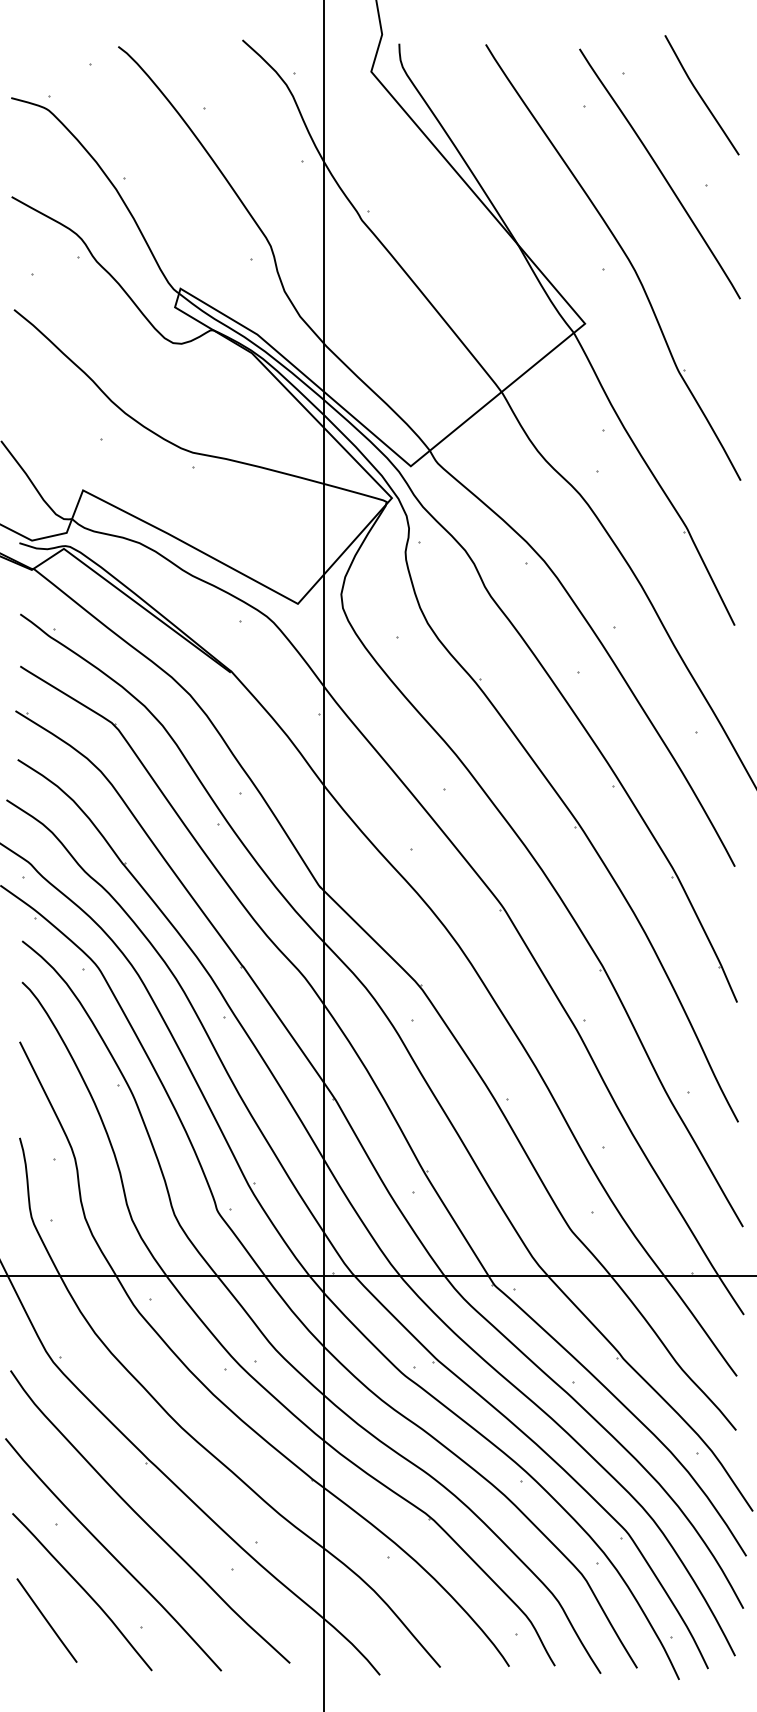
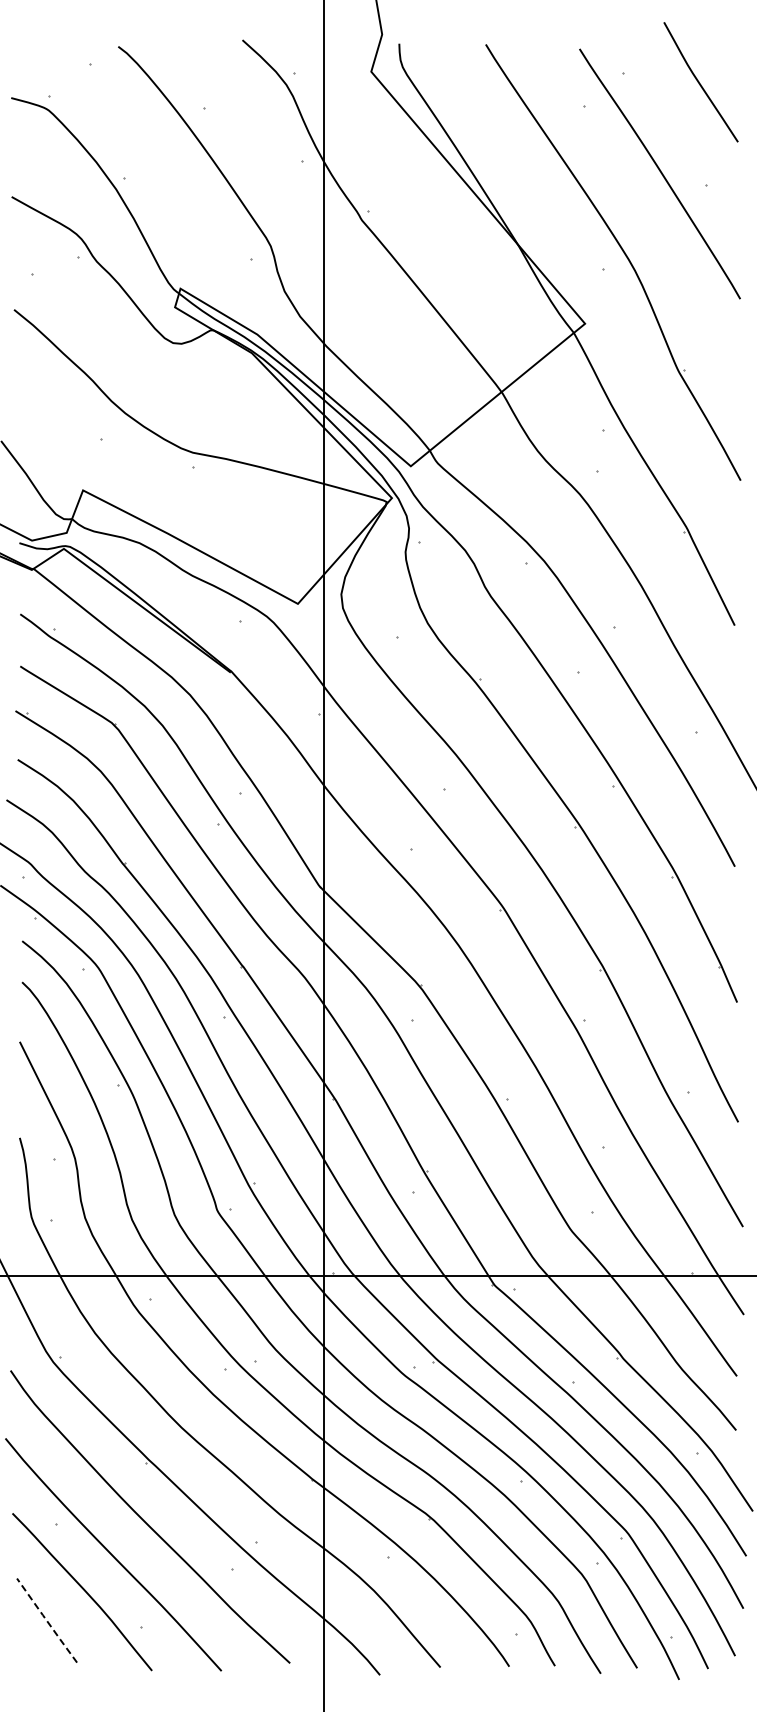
curve at (700, 95) position: (700, 95) -> (699, 82)
line at (46, 1620): solid -> dashed
